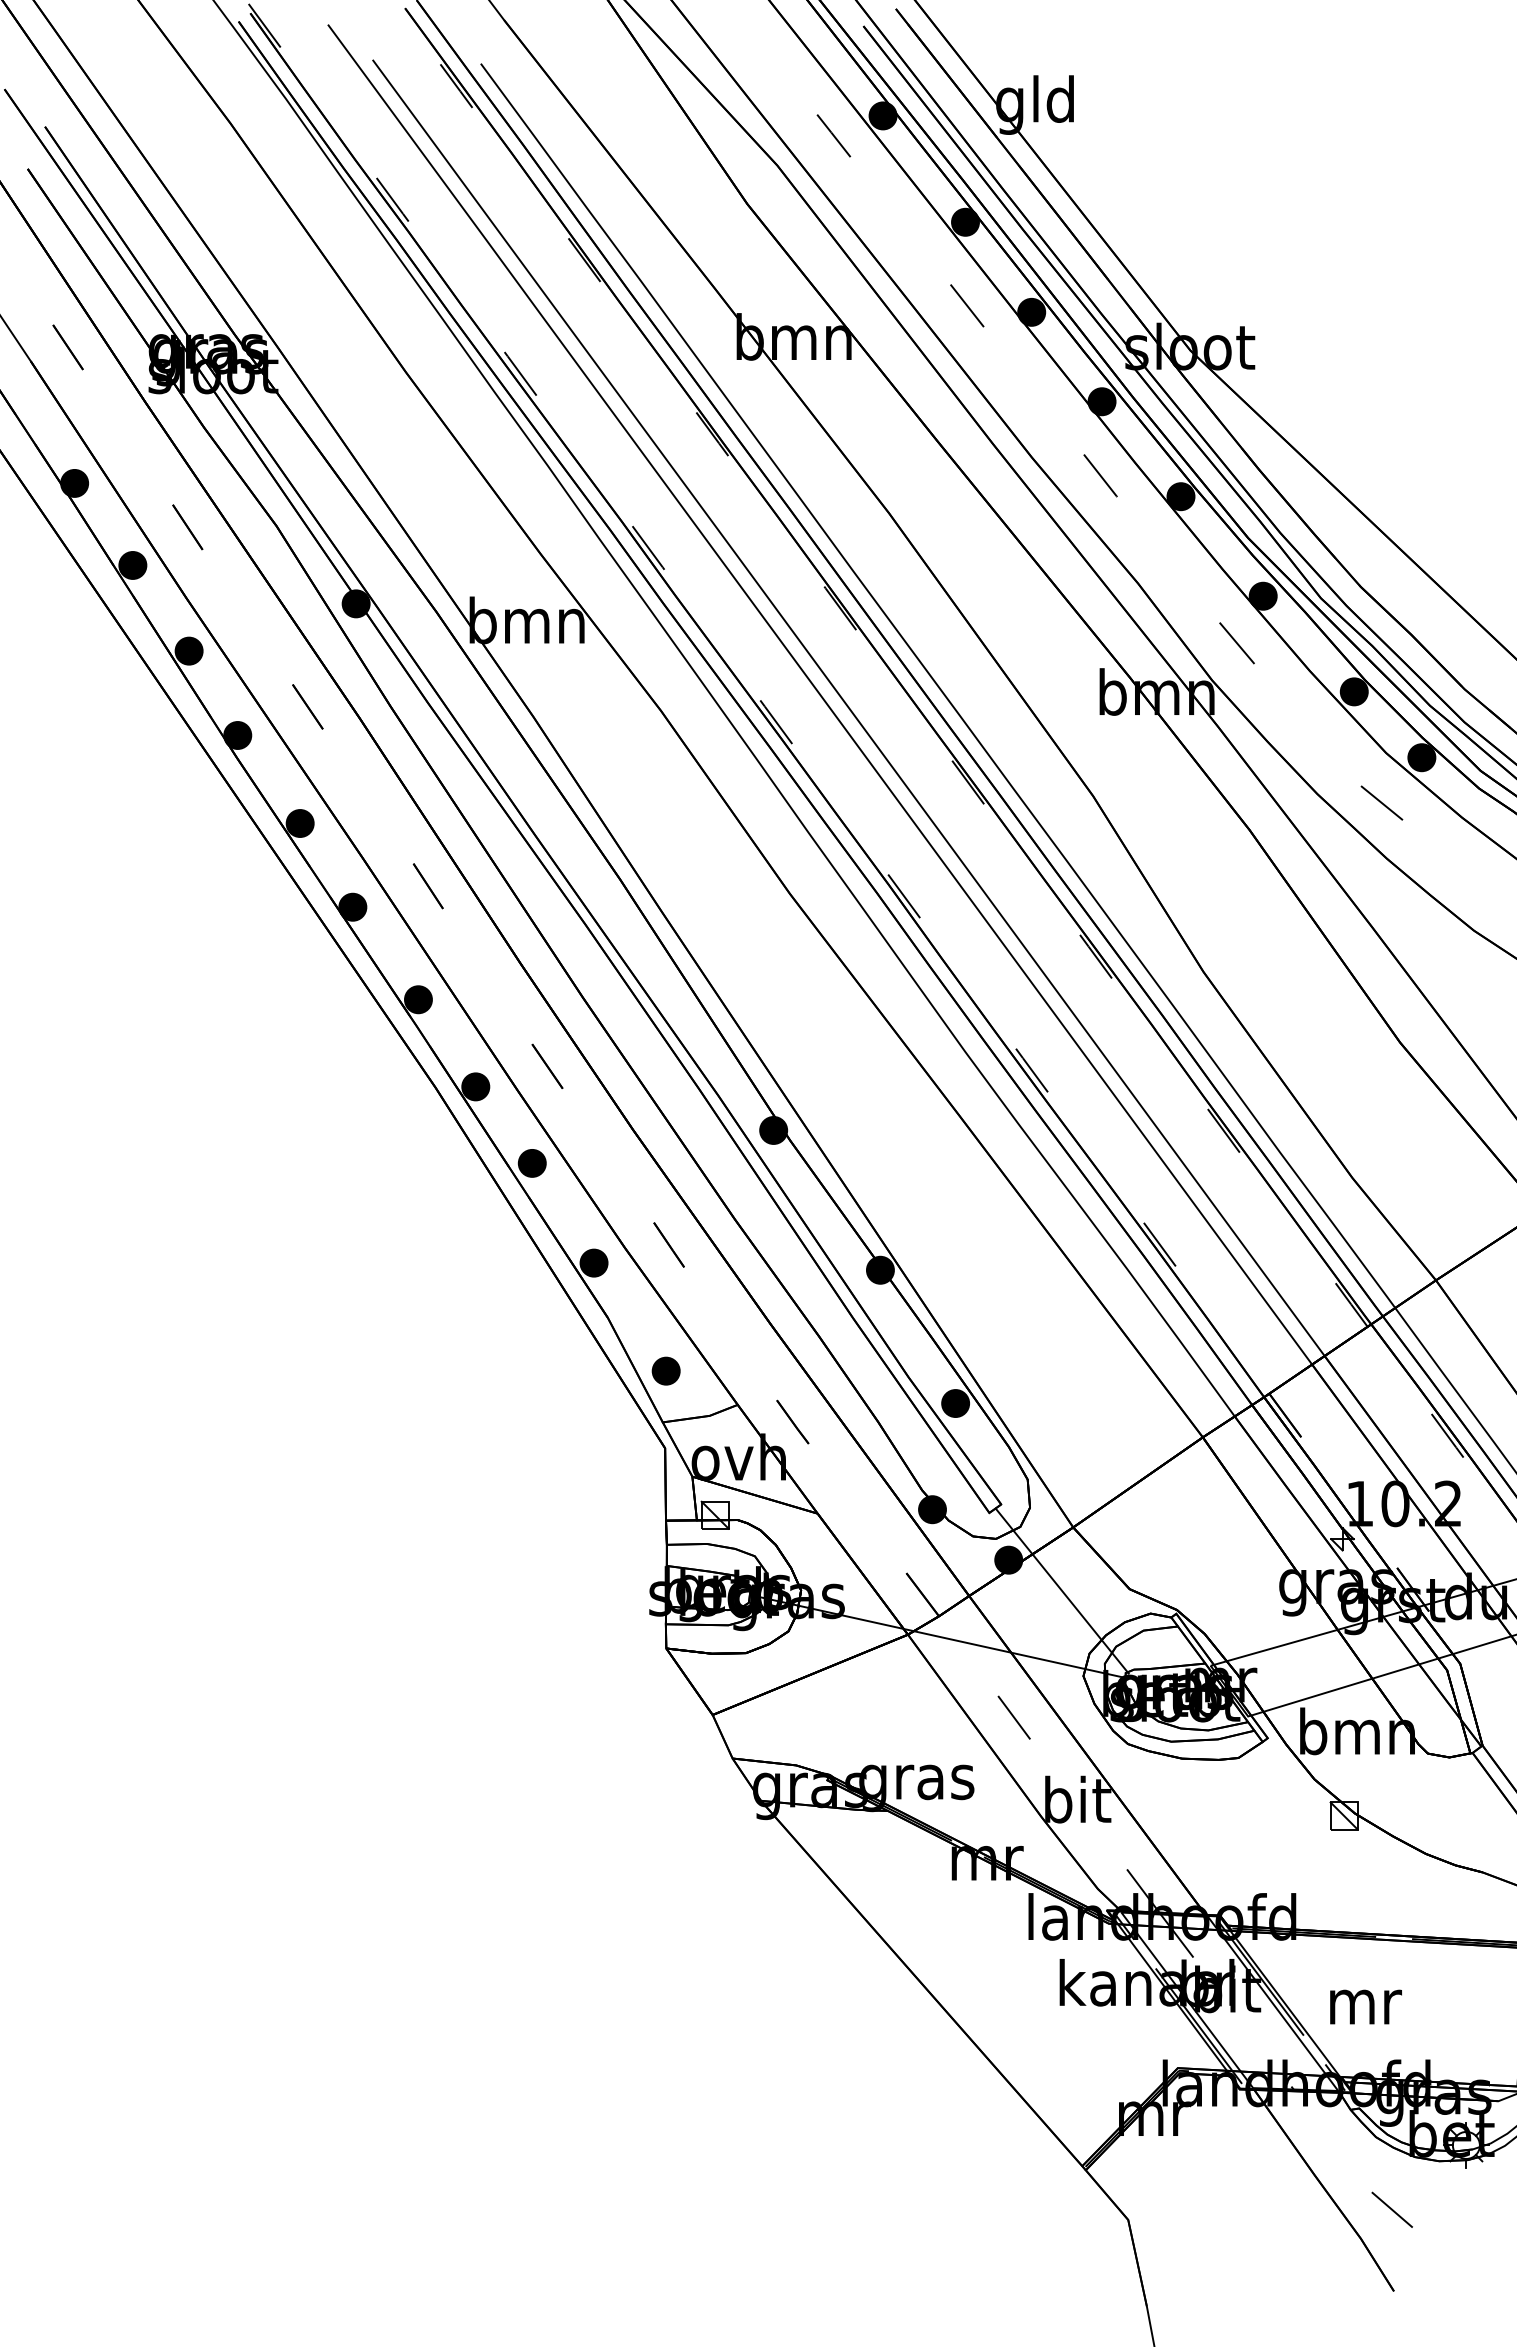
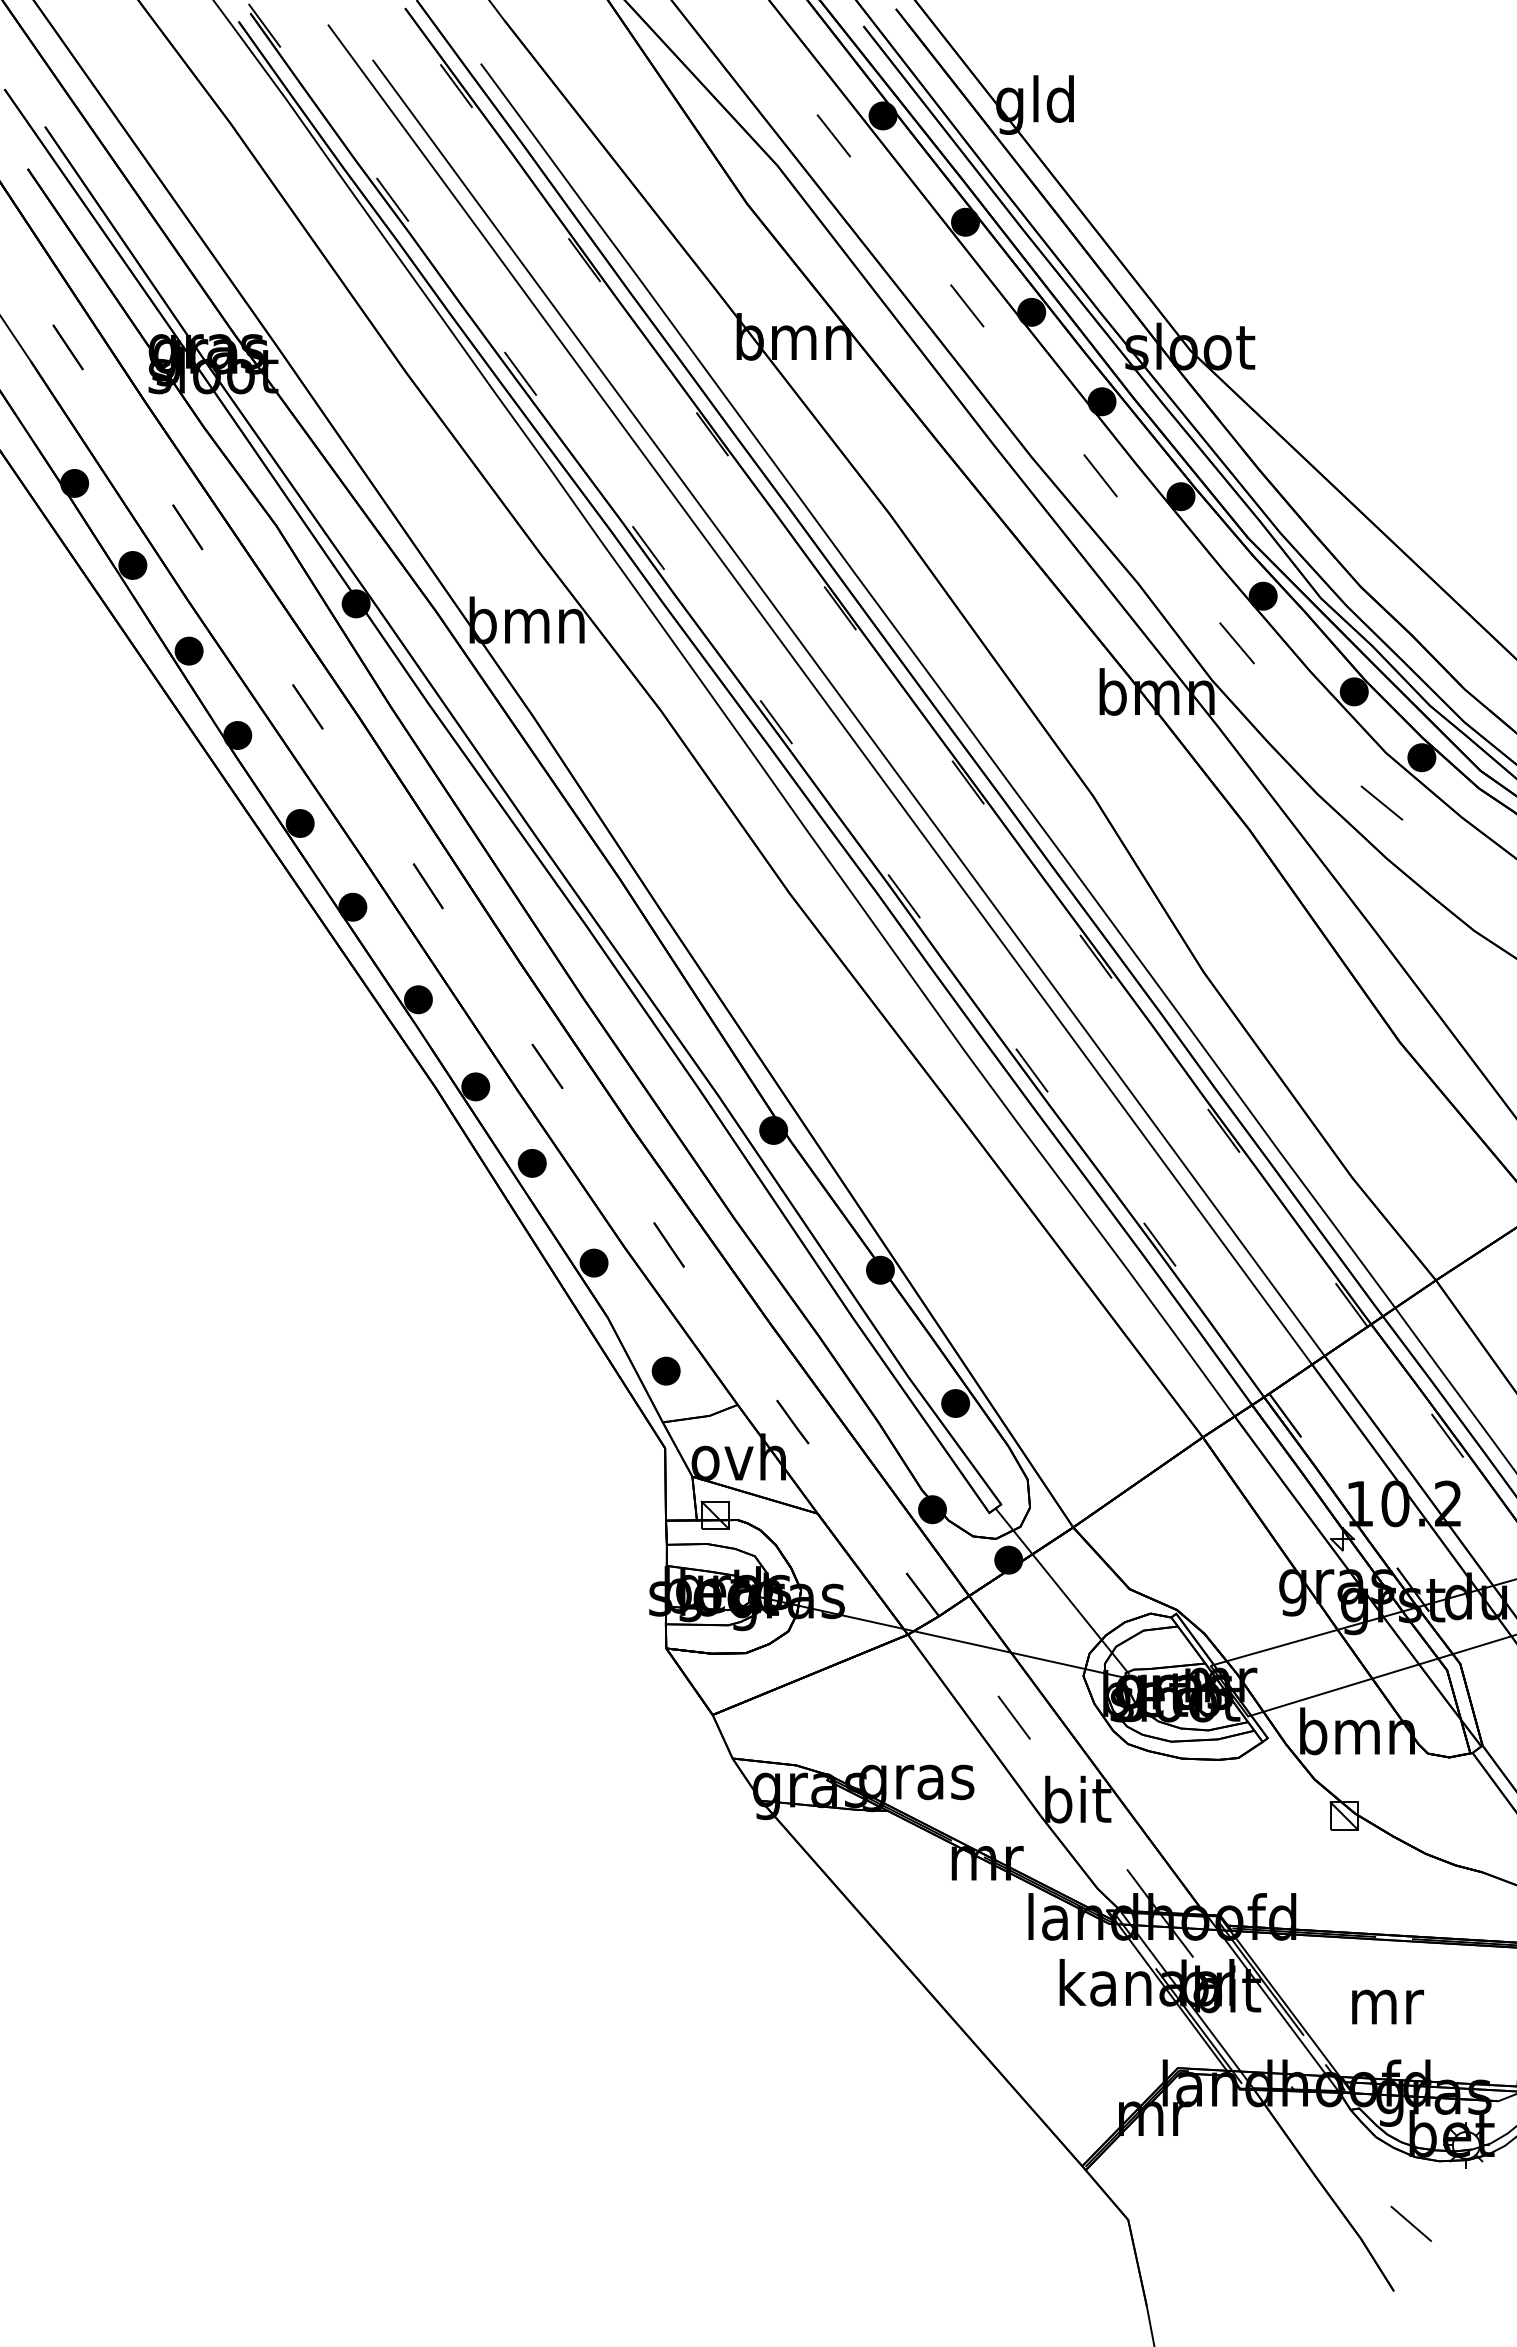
text at (1365, 2006) position: (1365, 2006) -> (1387, 2006)
line at (1391, 2209) position: (1391, 2209) -> (1410, 2223)
